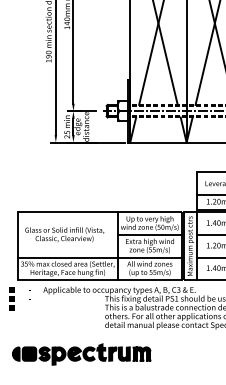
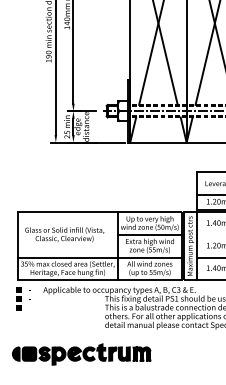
line at (209, 235): present -> none
text at (11, 298) position: (11, 298) -> (18, 298)
